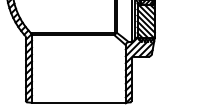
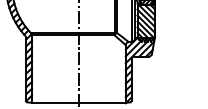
line at (78, 53): none -> present
